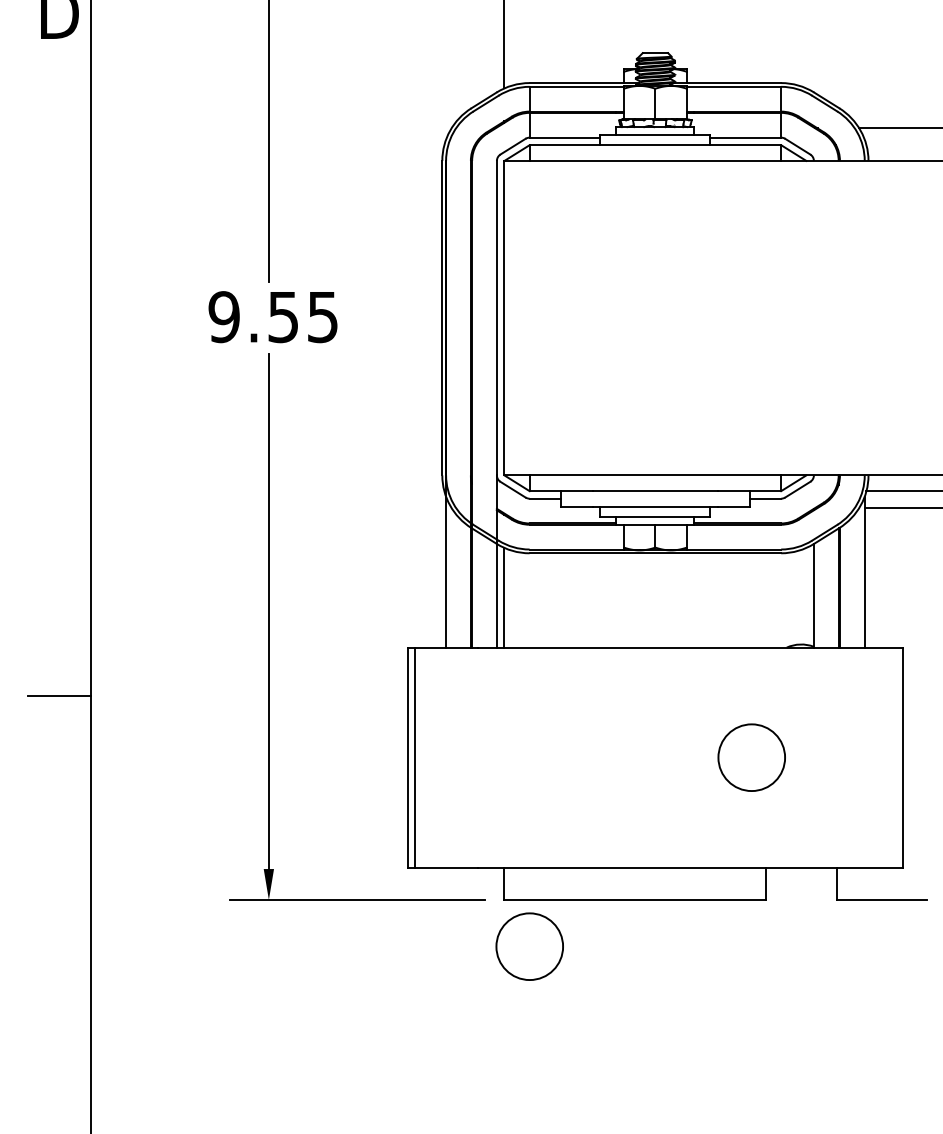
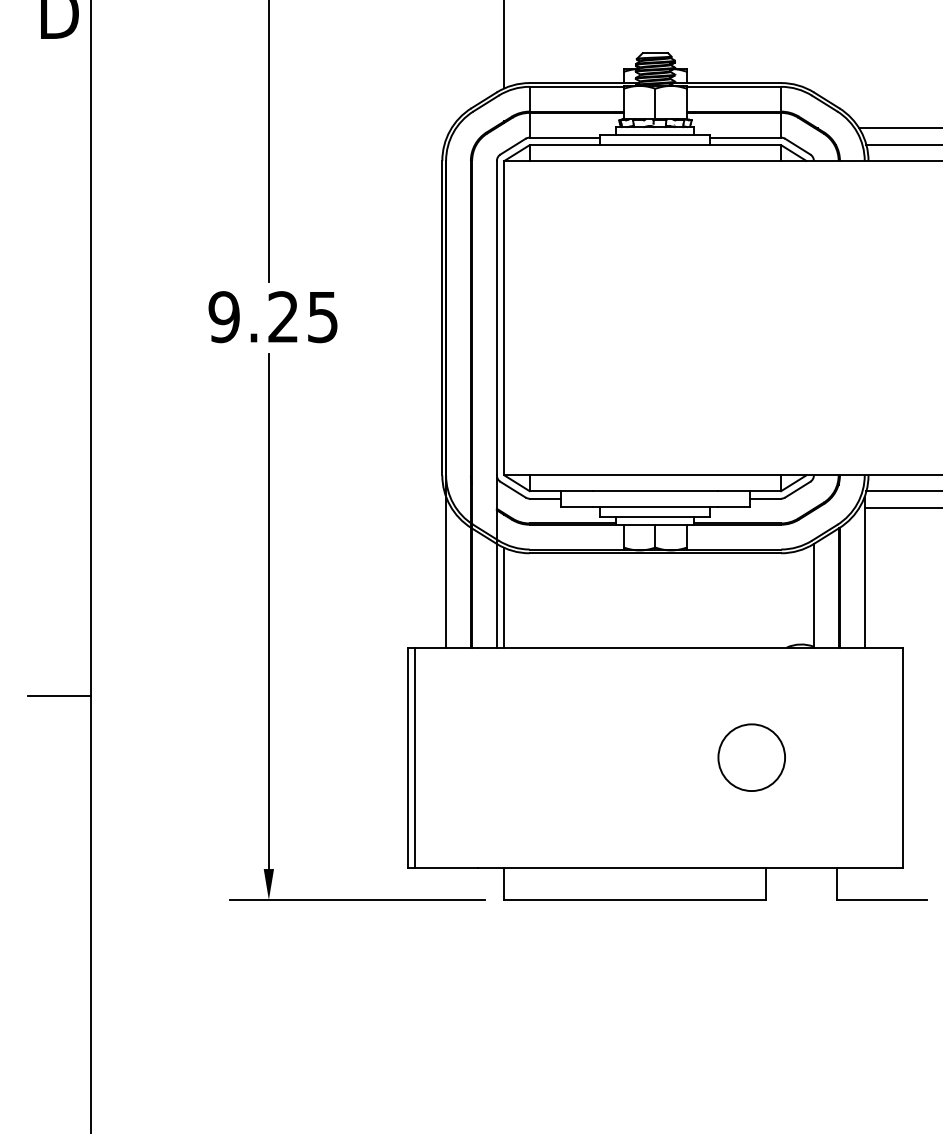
line at (902, 145): none -> present
text at (282, 317): 9.55 -> 9.25
circle at (529, 946): present -> none
